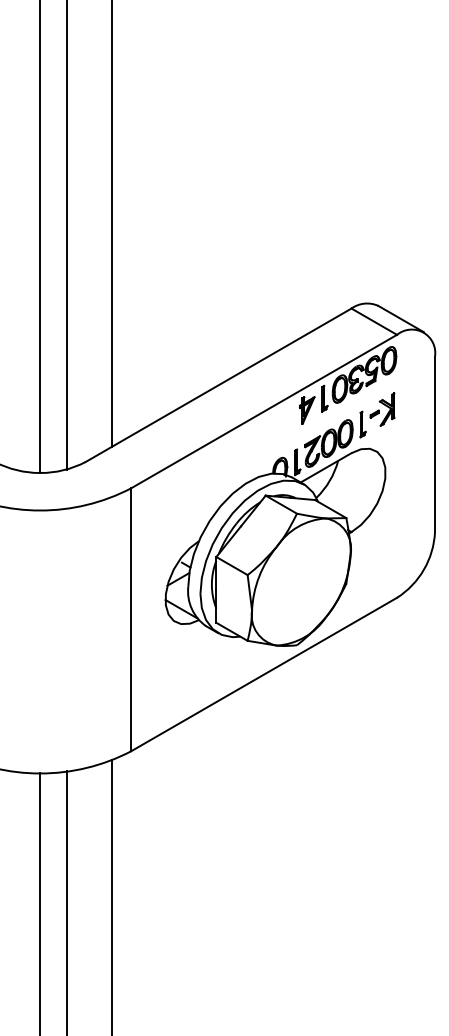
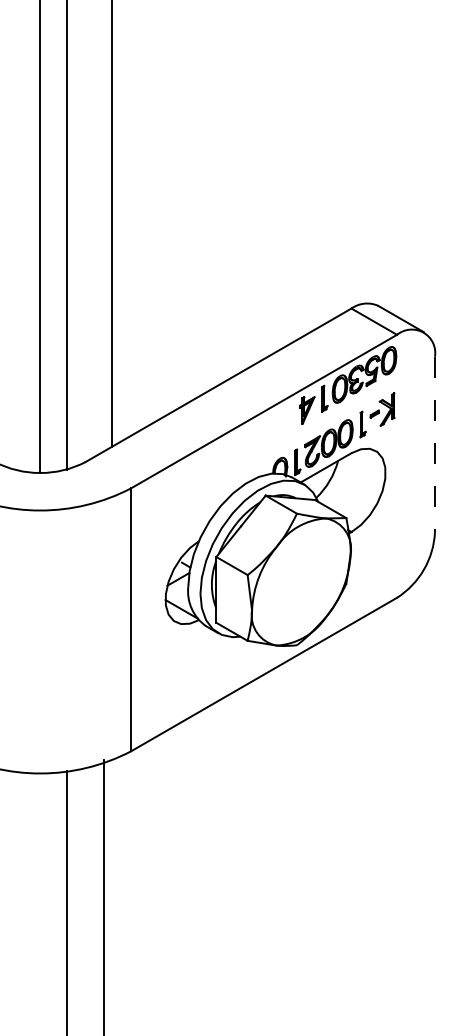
line at (434, 444): solid -> dashed
line at (112, 896) position: (112, 896) -> (104, 896)
line at (40, 902): present -> none
